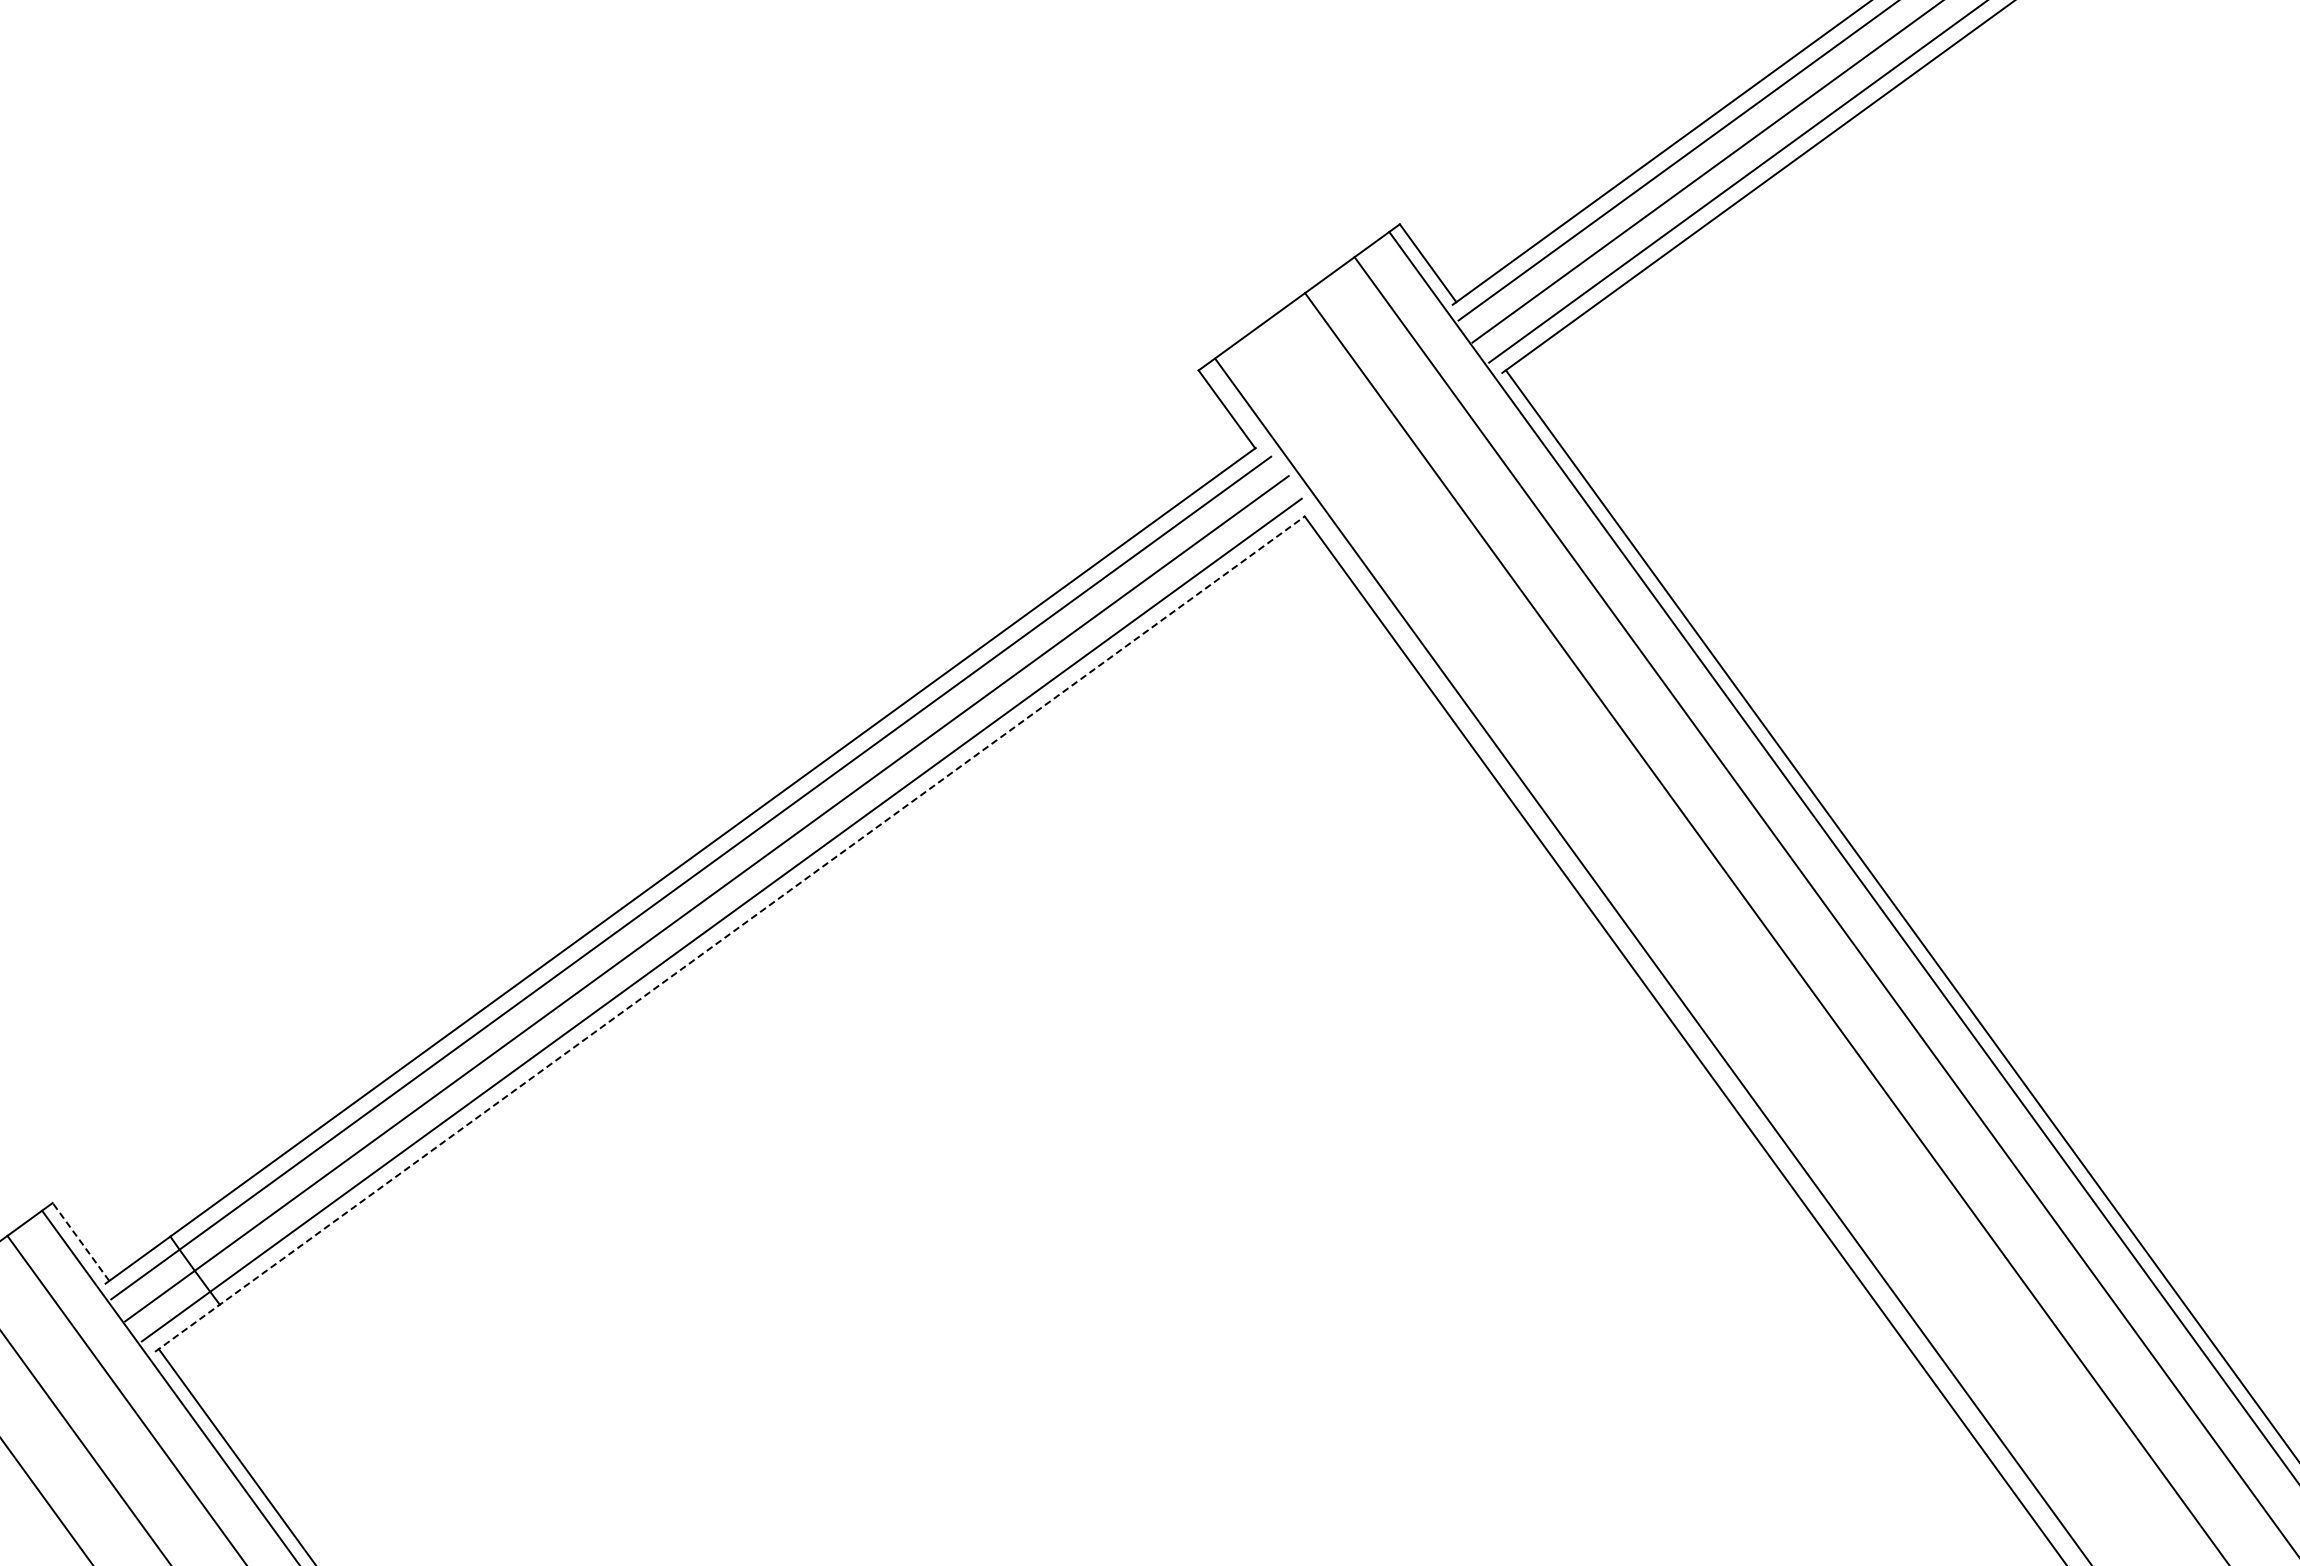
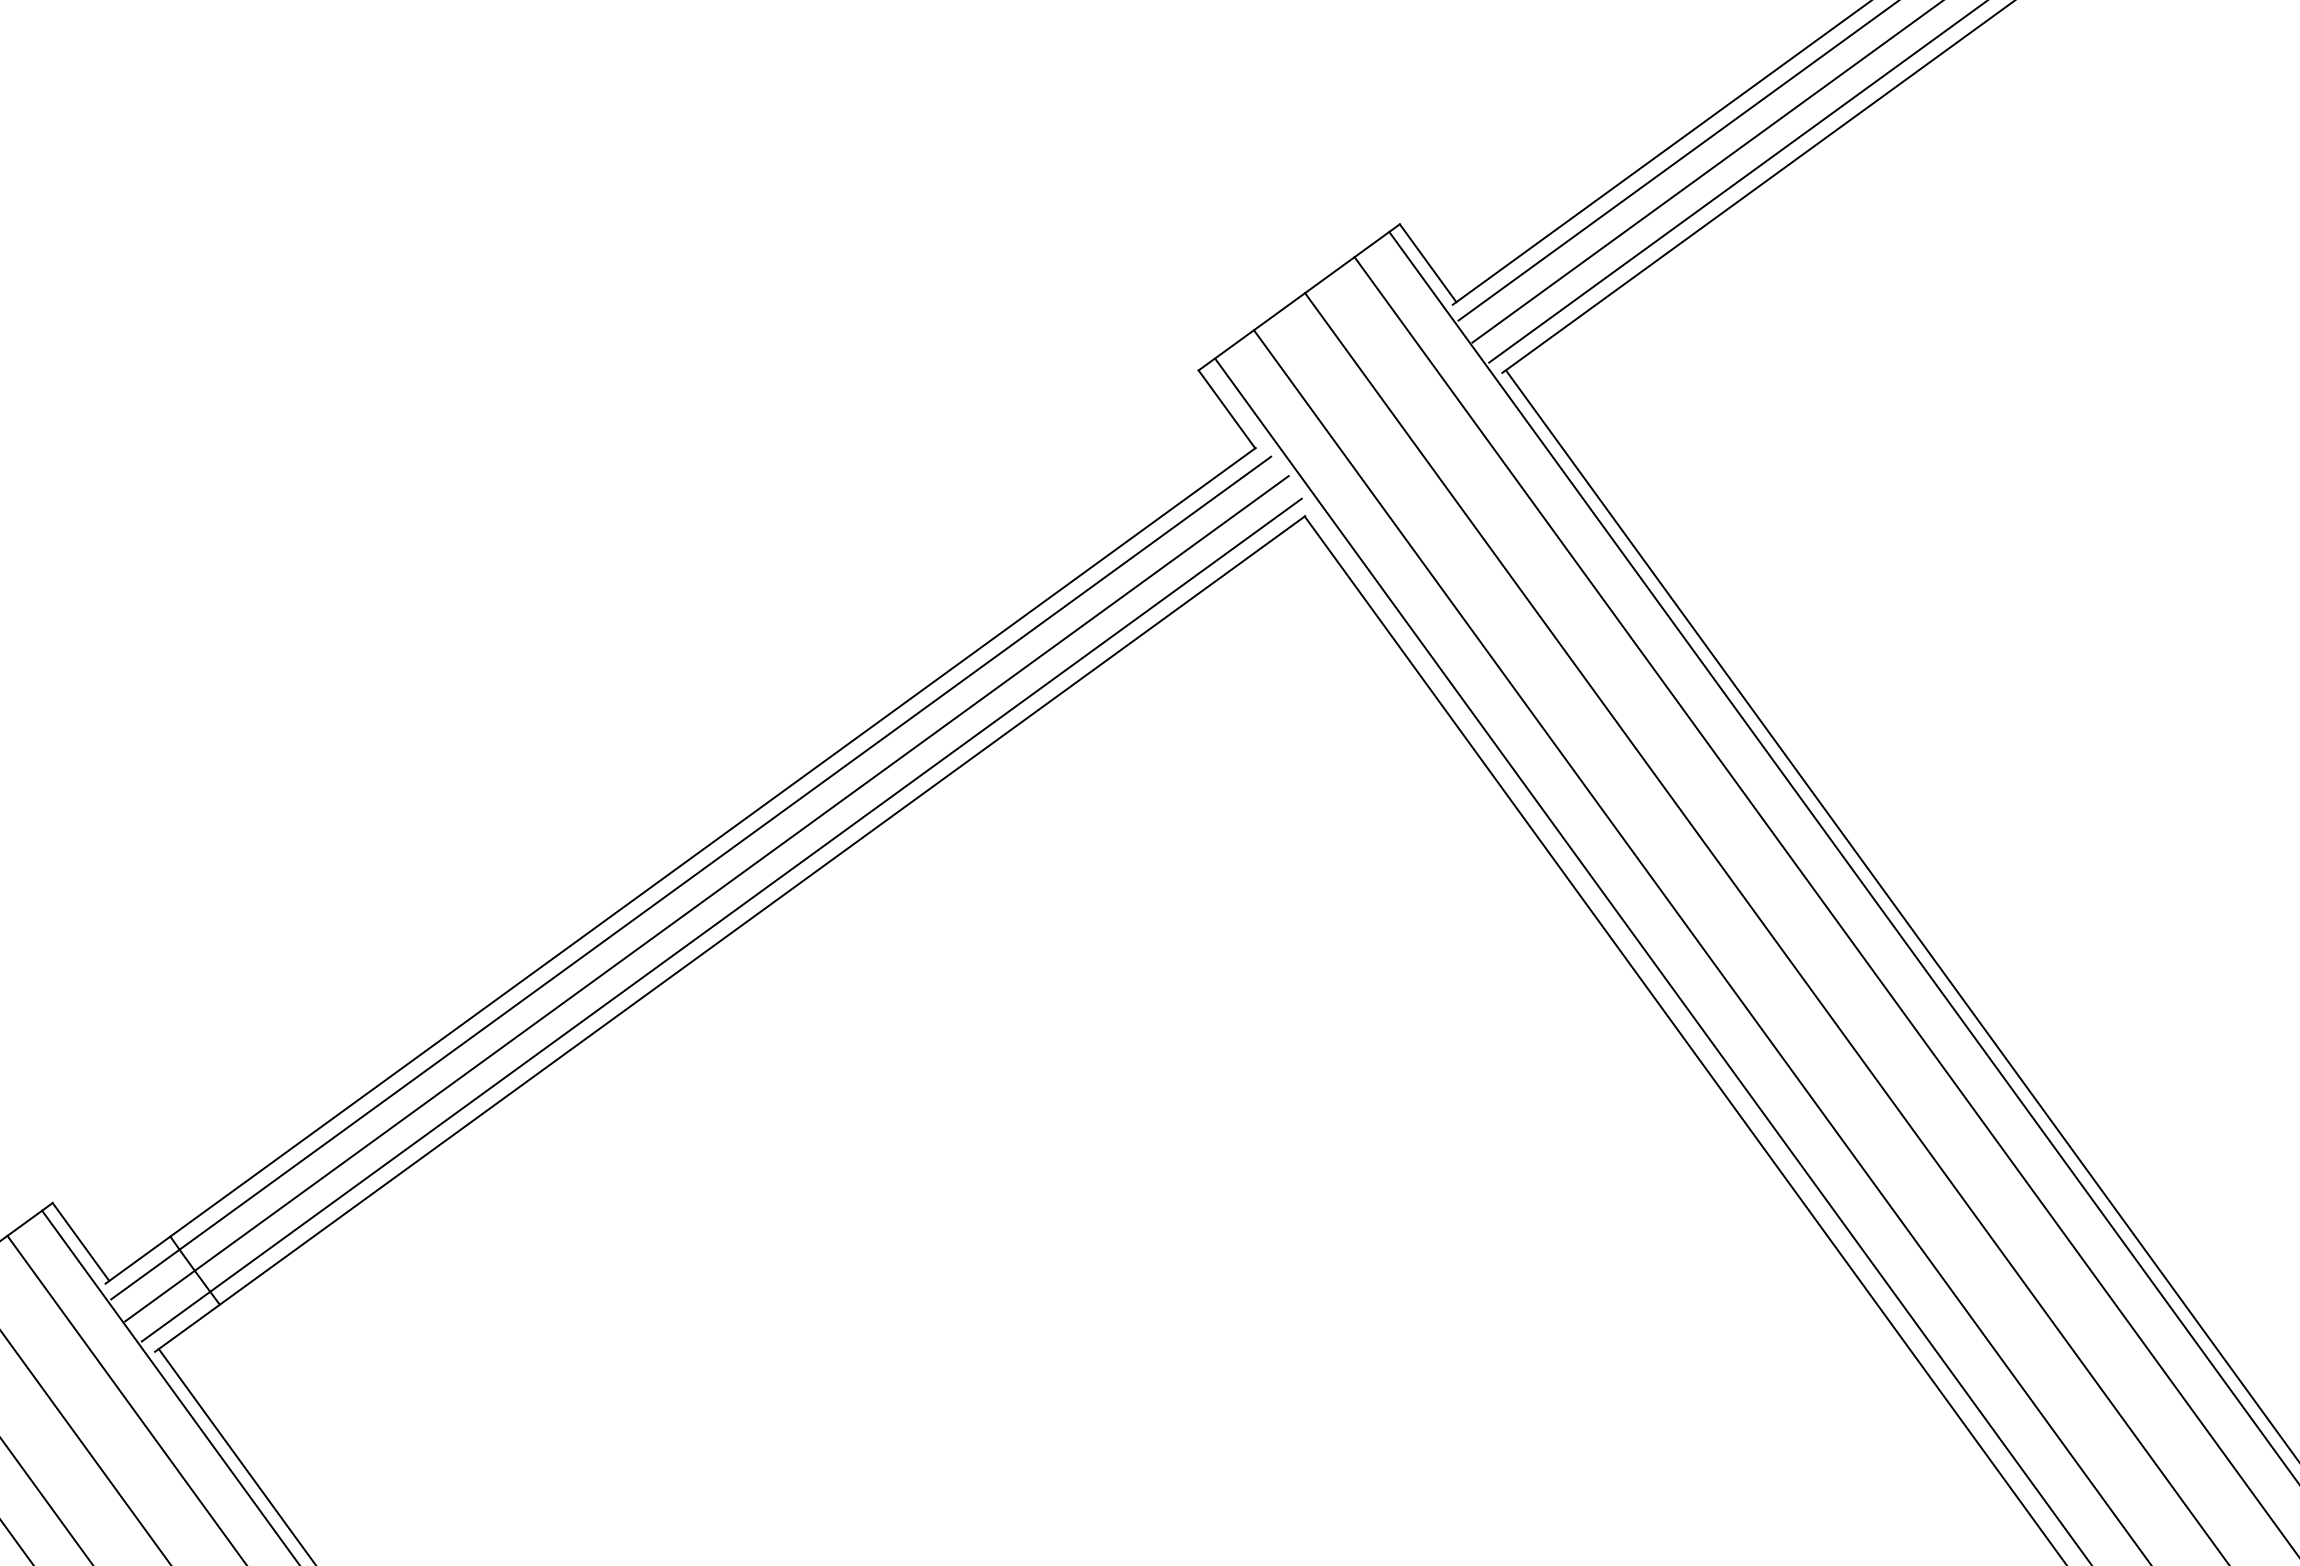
line at (730, 933): dashed -> solid
line at (1701, 946): none -> present
line at (80, 1241): dashed -> solid
line at (16, 1542): none -> present
